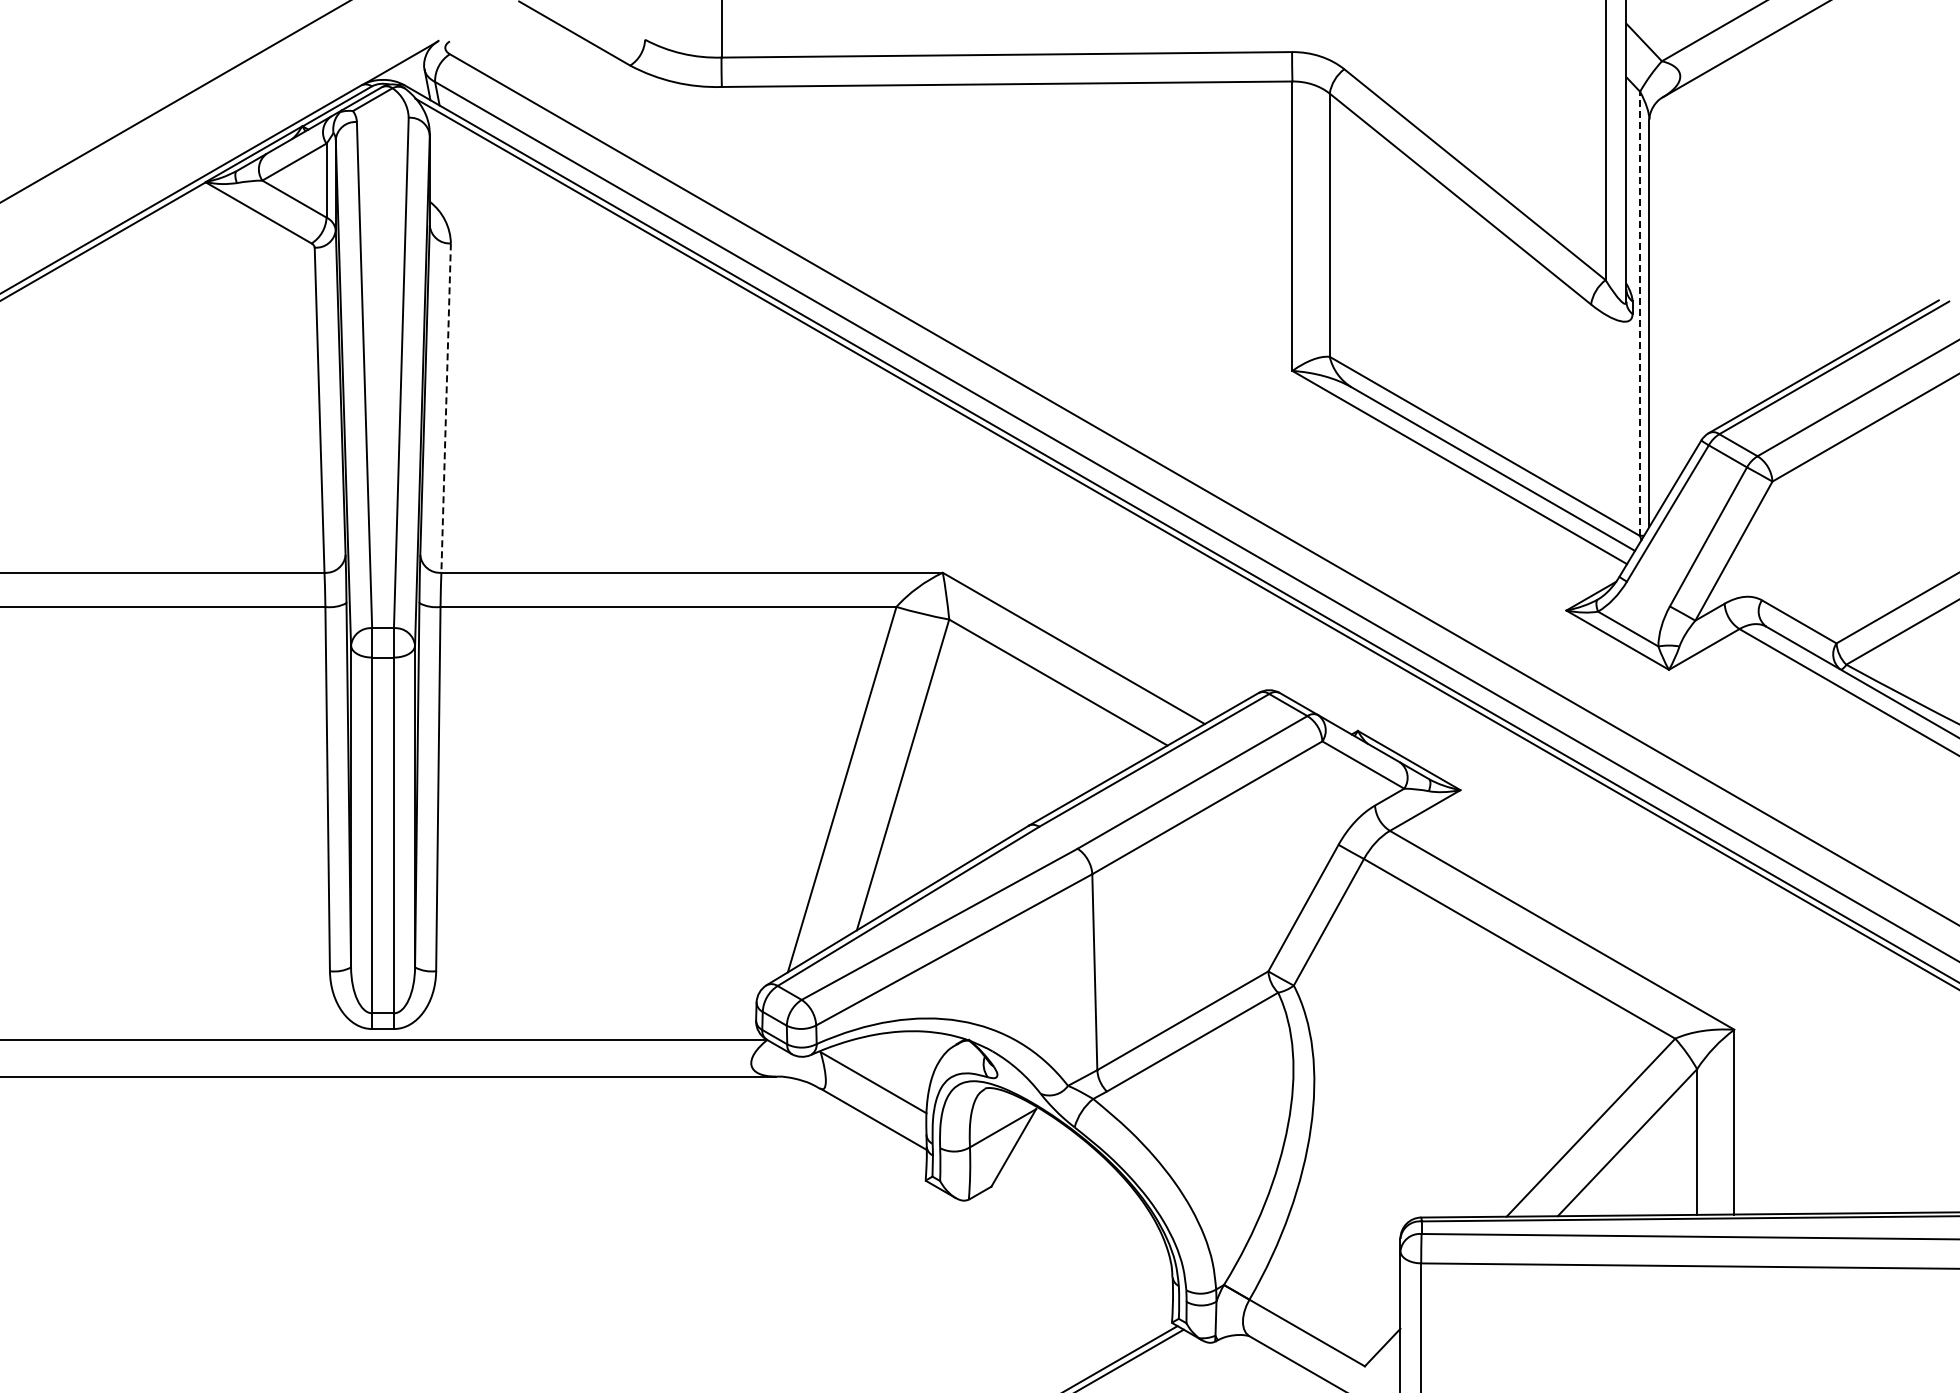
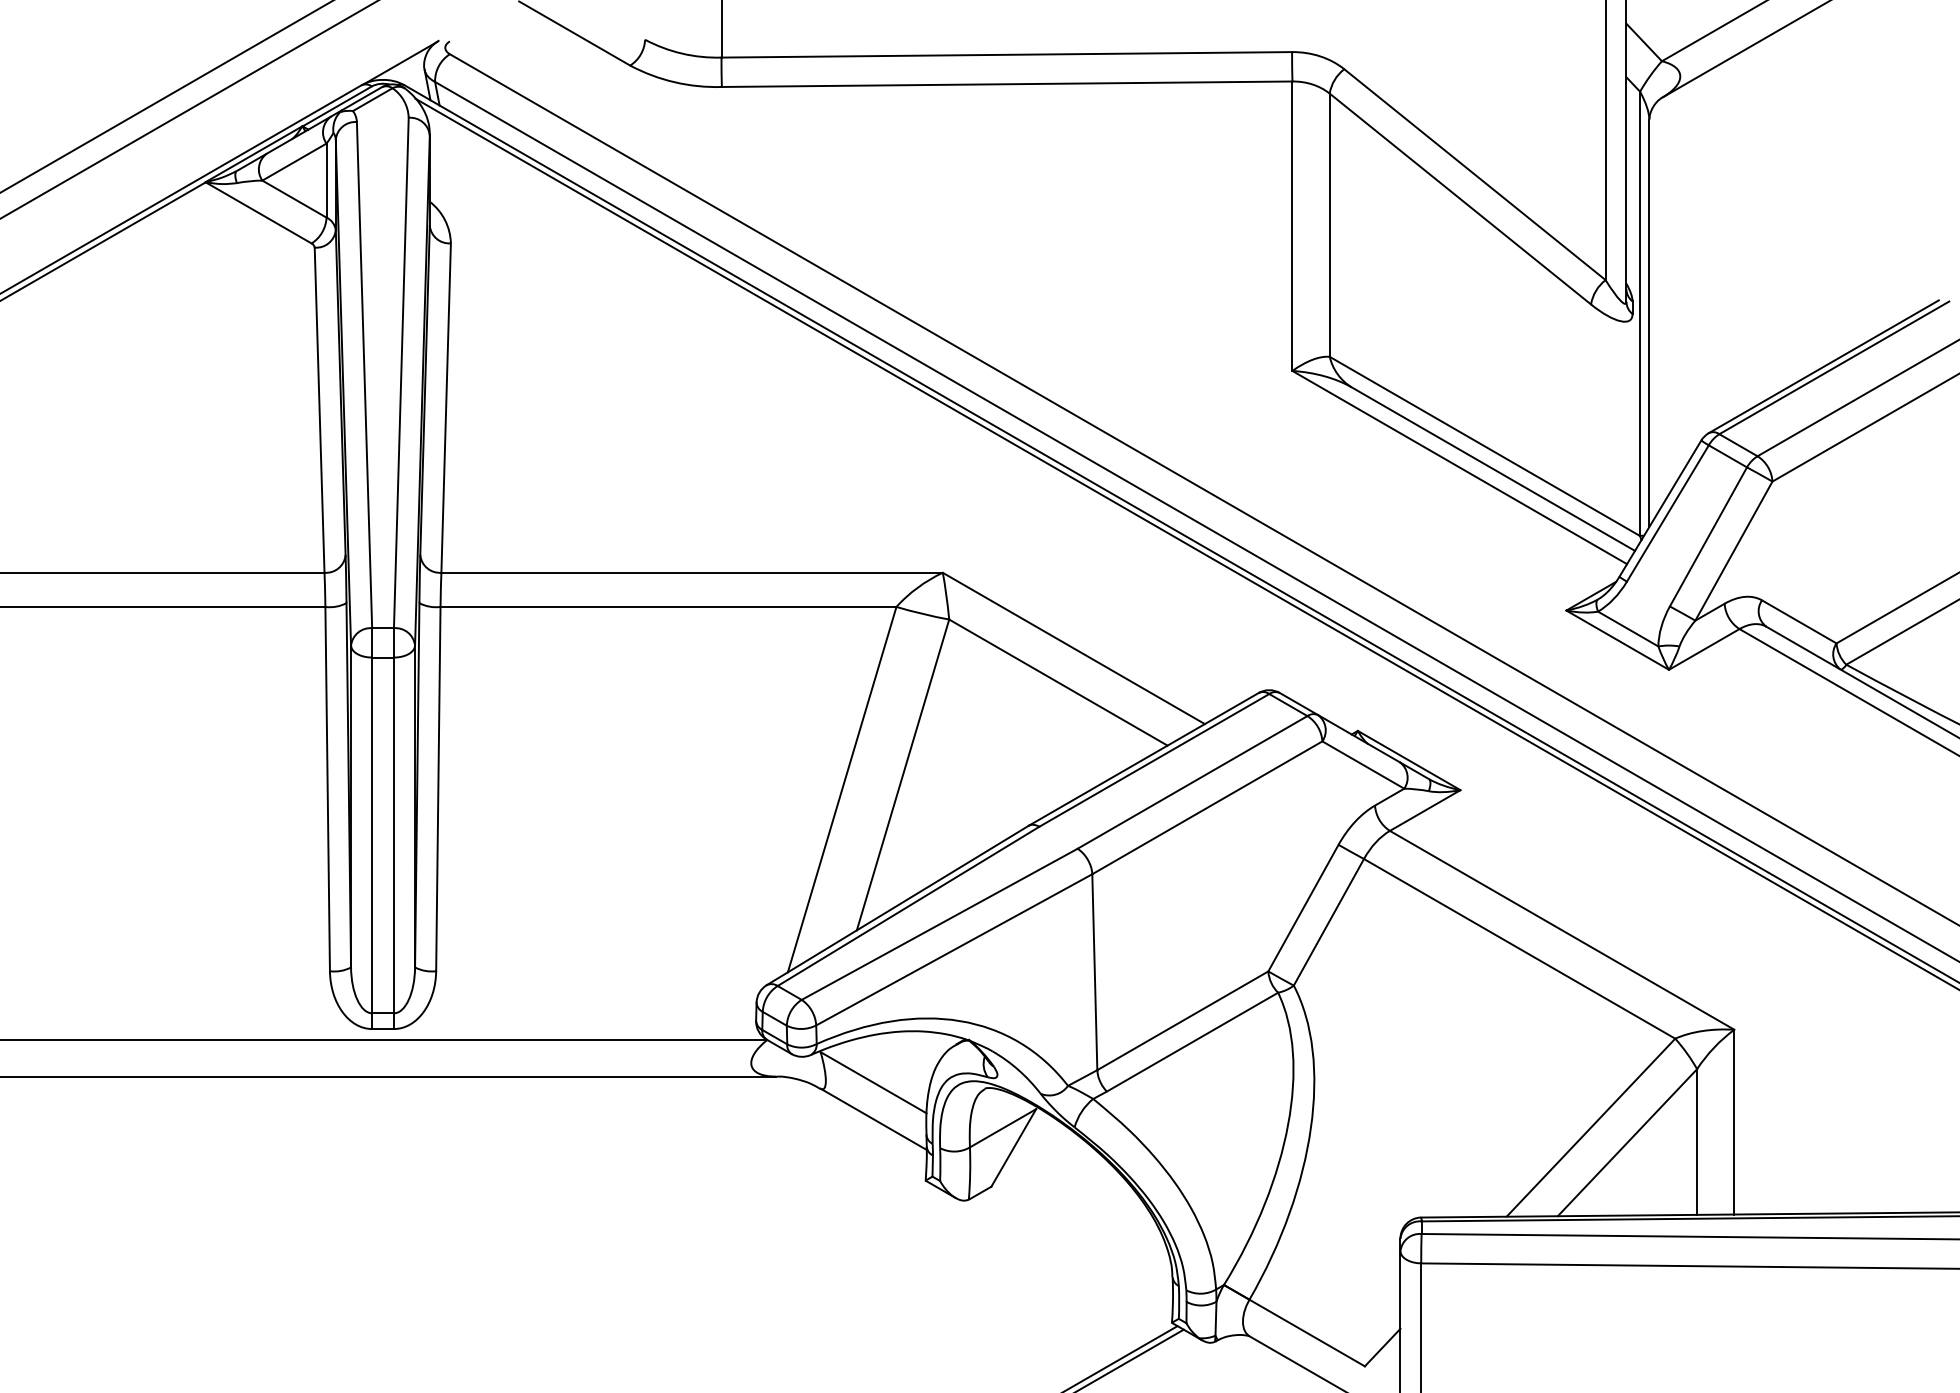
line at (166, 96): none -> present
line at (174, 101) position: (174, 101) -> (188, 109)
line at (1640, 313): dashed -> solid
line at (446, 408): dashed -> solid
